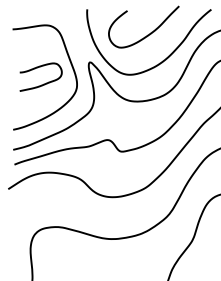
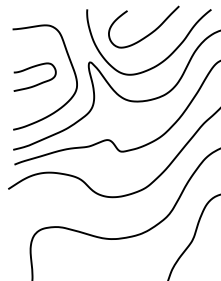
curve at (43, 83) position: (43, 83) -> (37, 83)
